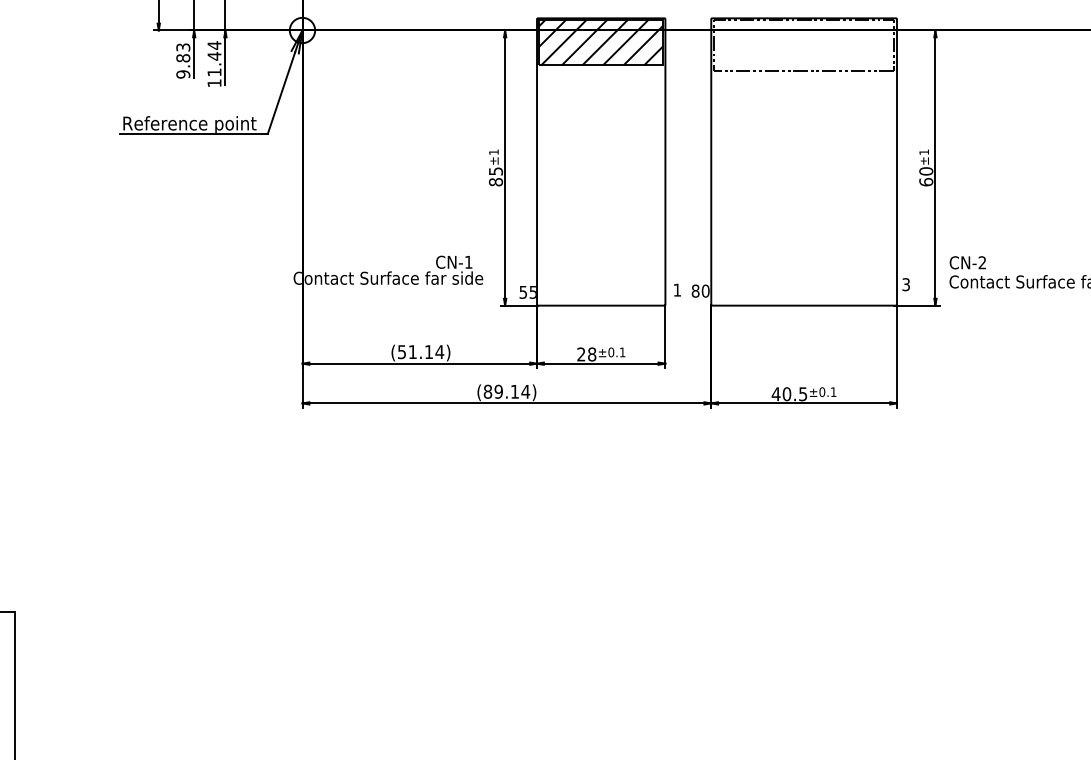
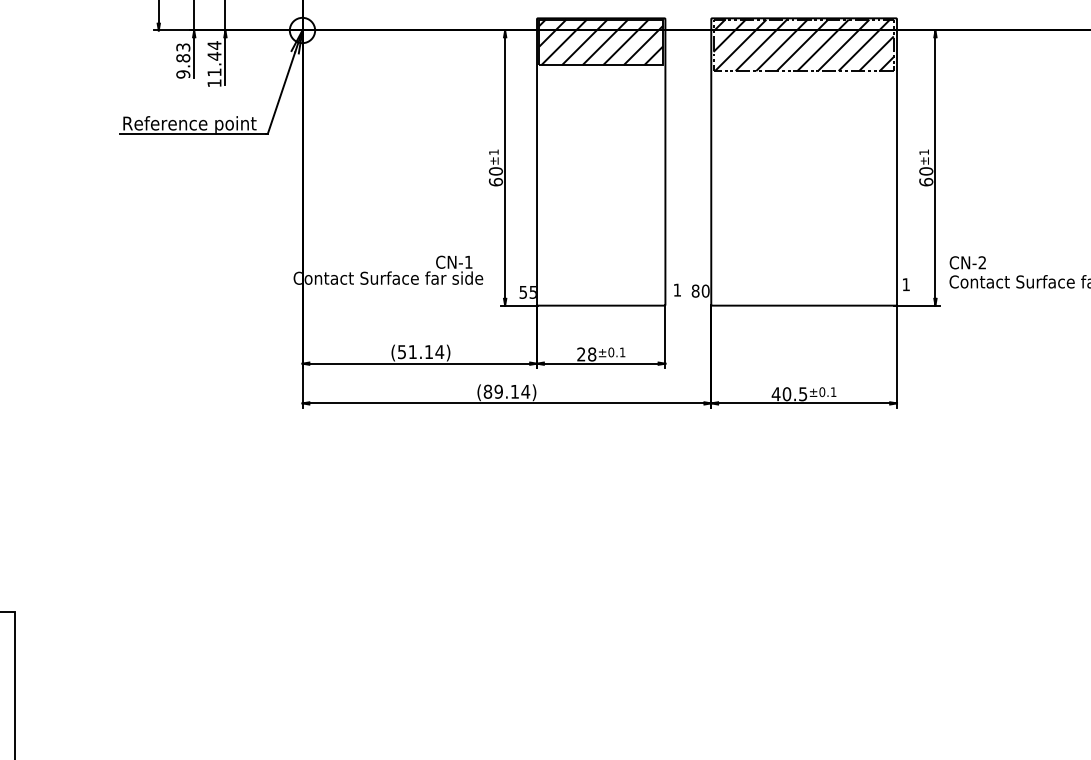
hatch at (803, 45): none -> present
text at (495, 176): 85 -> 60
text at (905, 284): 3 -> 1
